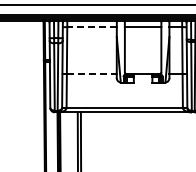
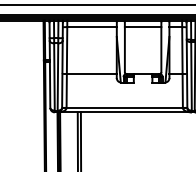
line at (92, 27): dashed -> solid
line at (91, 74): dashed -> solid
